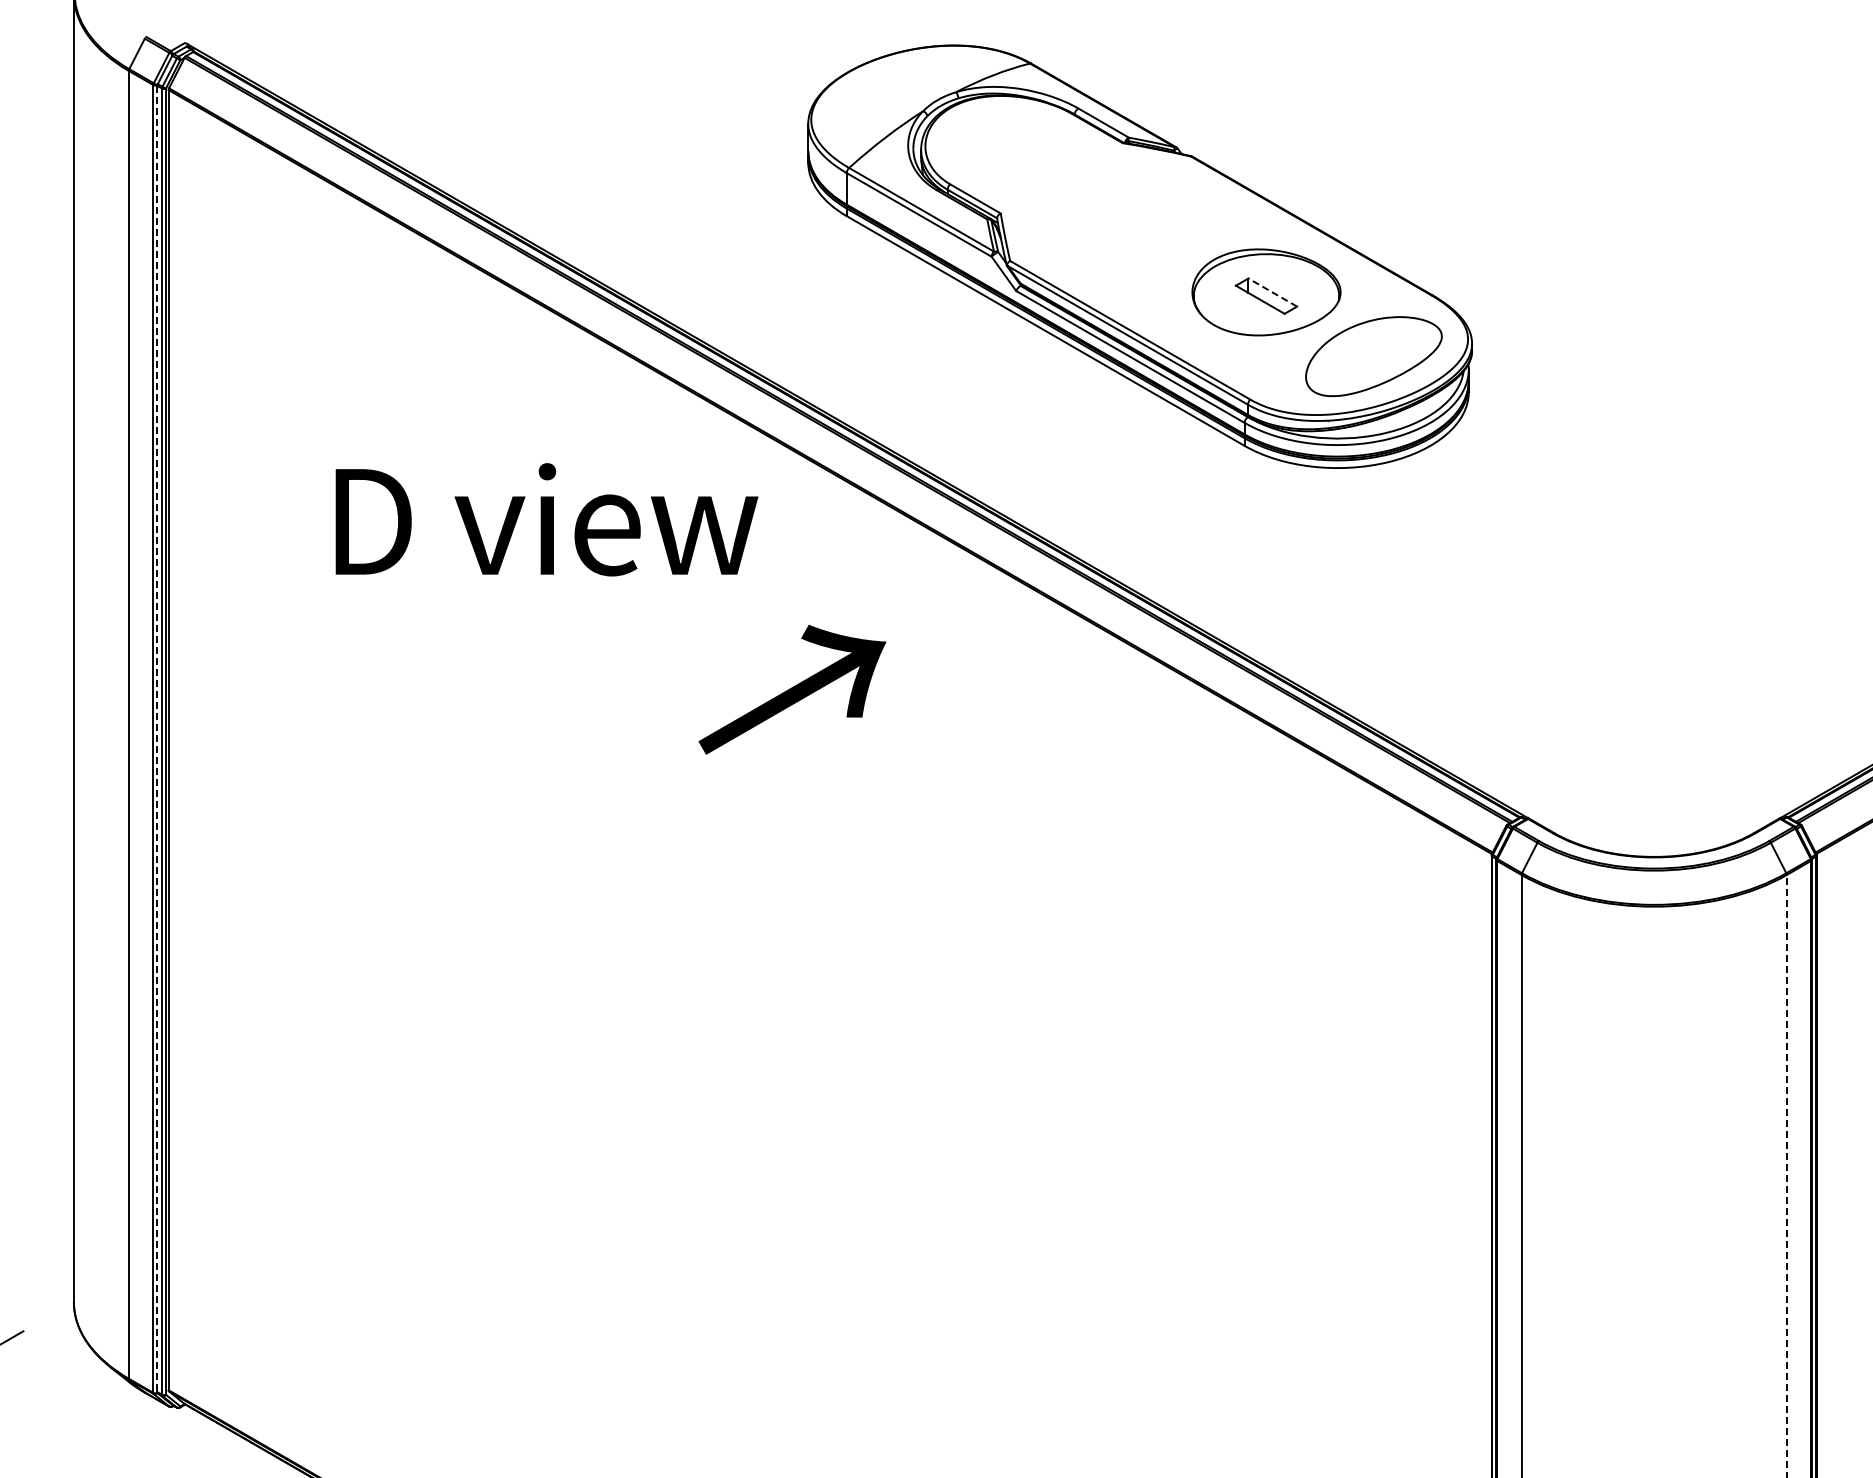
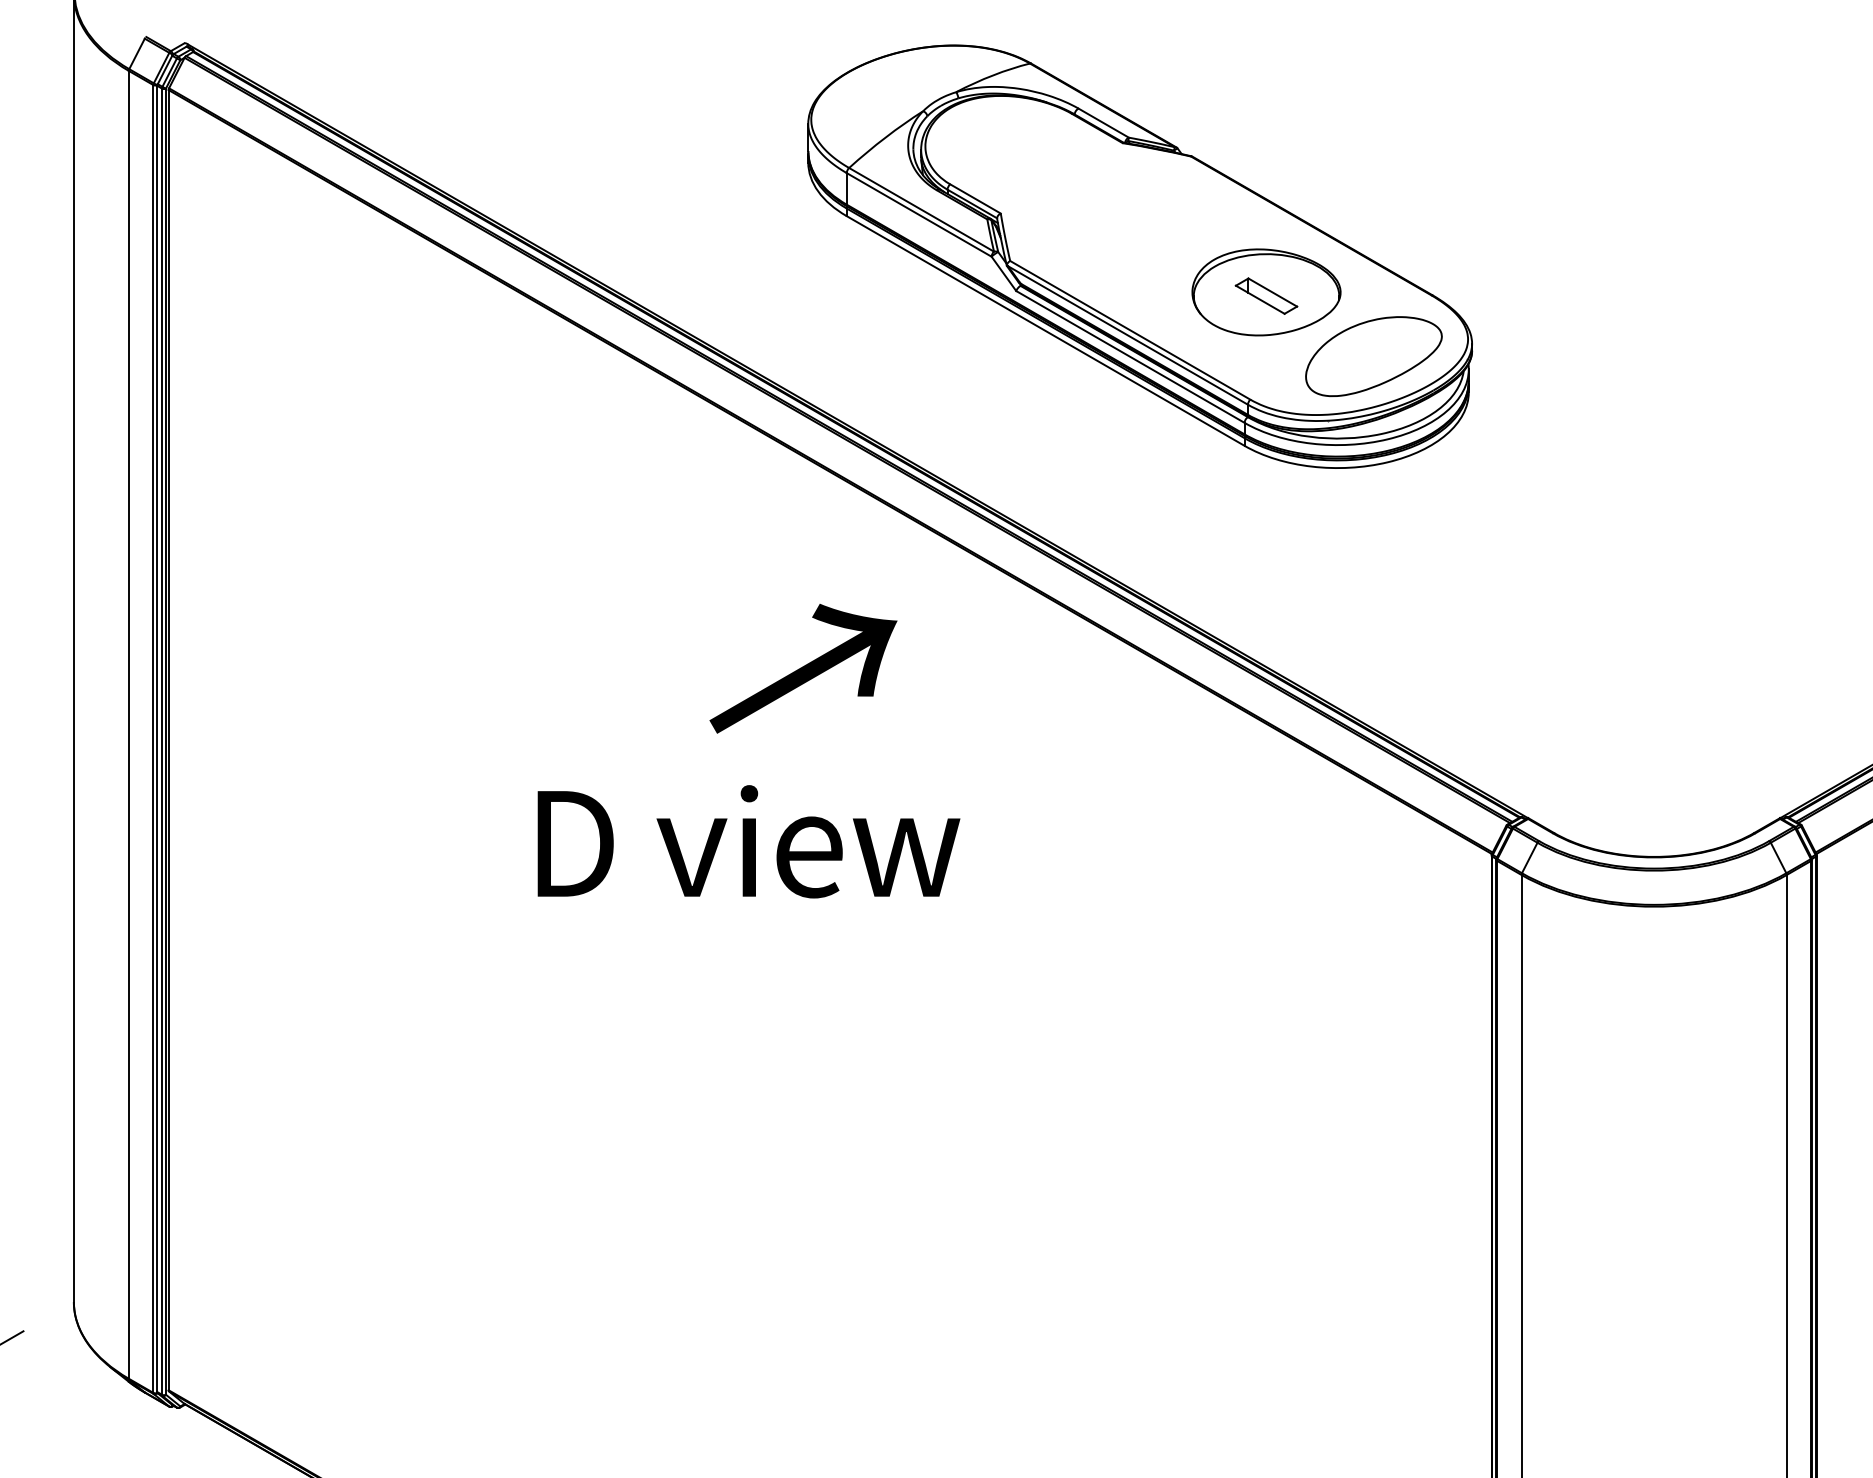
line at (1272, 292): dashed -> solid
text at (546, 519) position: (546, 519) -> (748, 841)
text at (792, 689) position: (792, 689) -> (803, 668)
line at (157, 739): dashed -> solid
line at (1786, 1175): dashed -> solid
